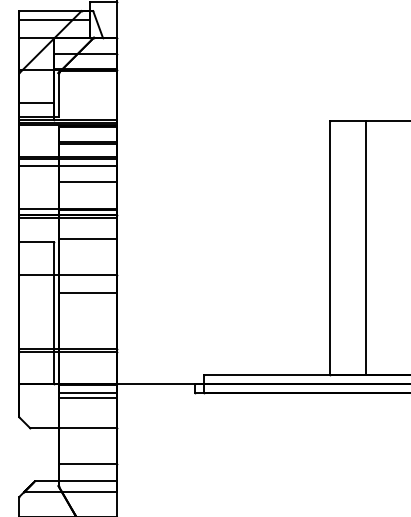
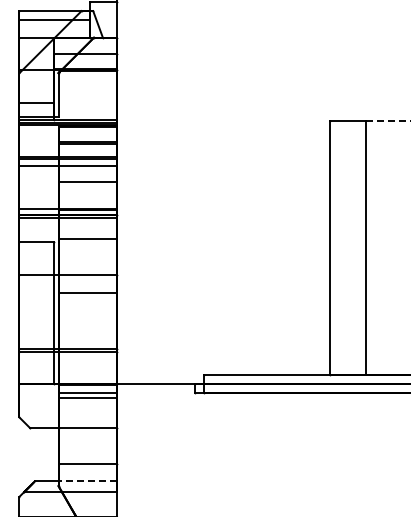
line at (388, 121): solid -> dashed
line at (87, 481): solid -> dashed
